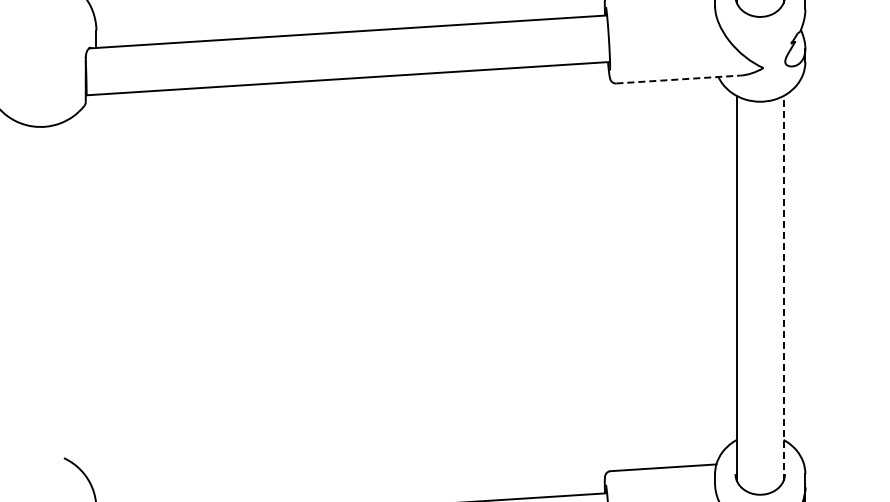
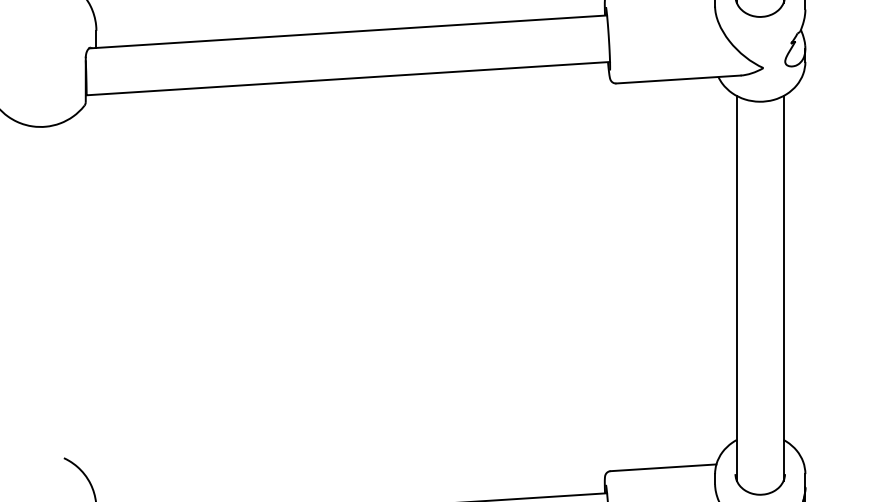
line at (679, 79): dashed -> solid
line at (783, 288): dashed -> solid
